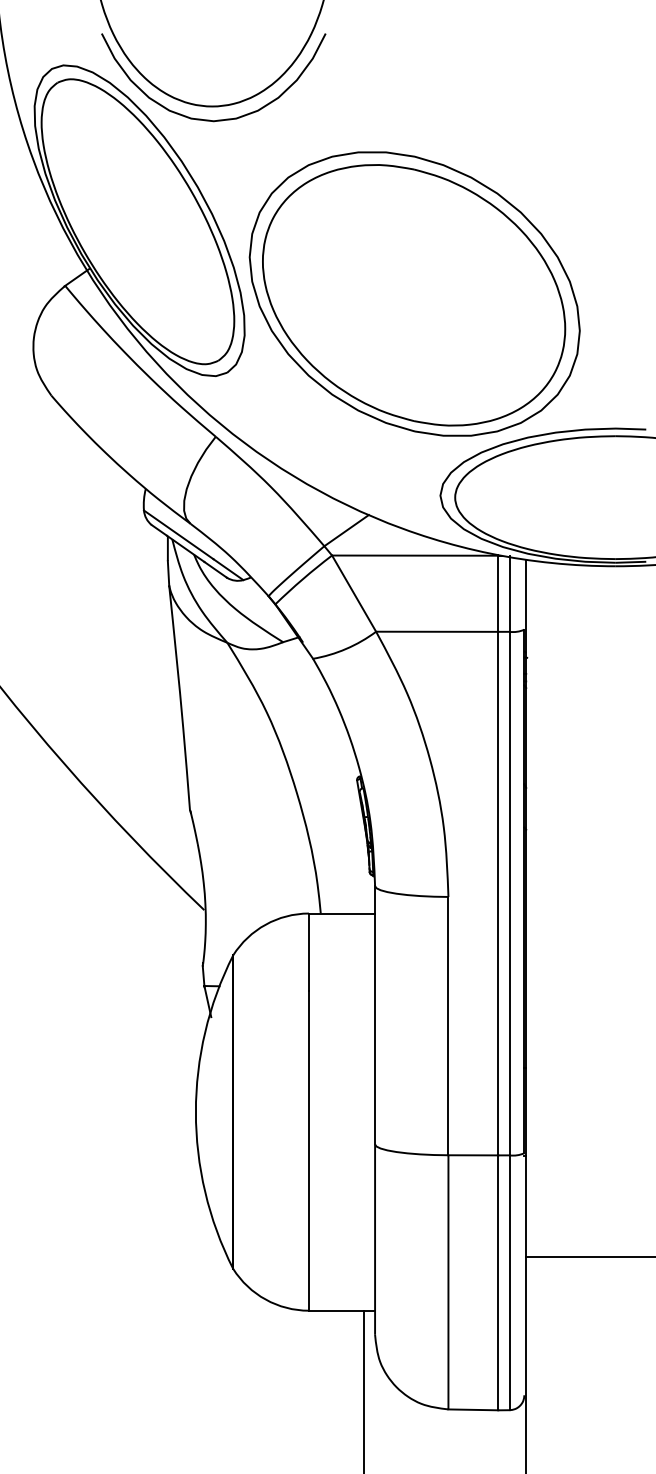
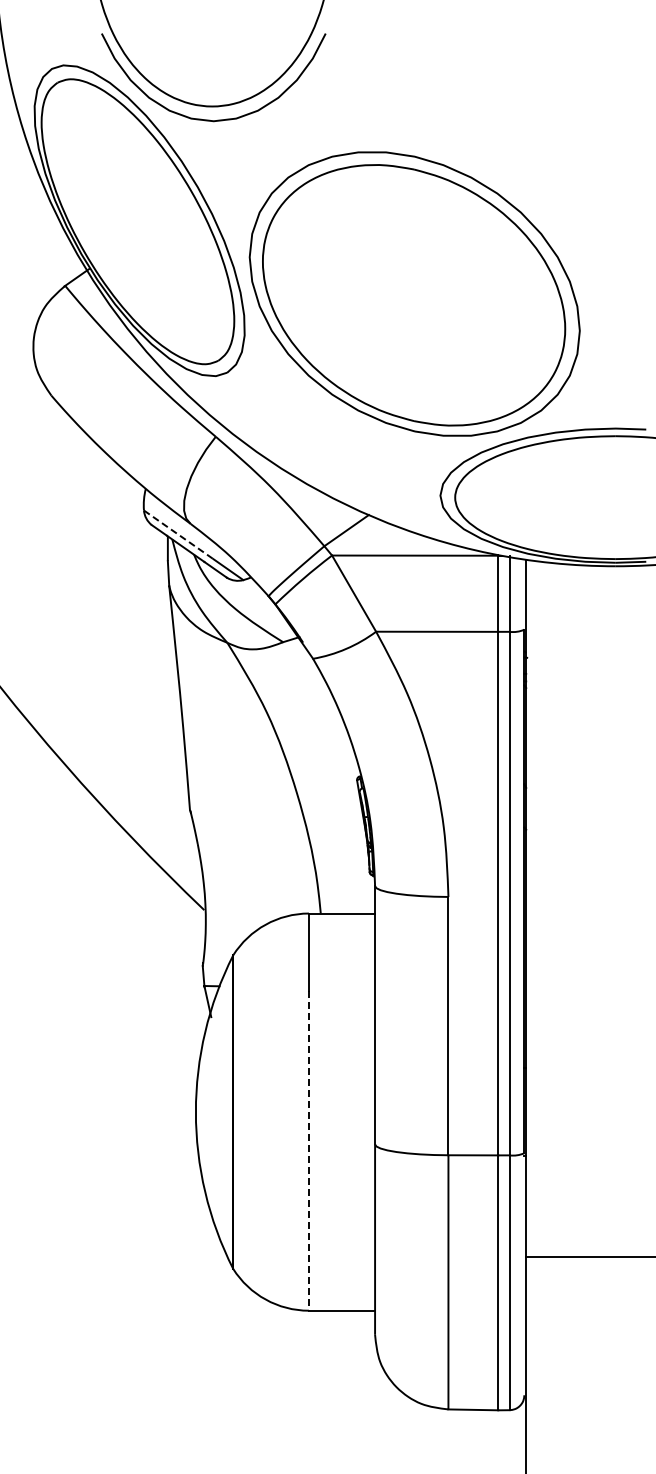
line at (179, 535): solid -> dashed
line at (308, 1150): solid -> dashed
line at (364, 1390): present -> none
